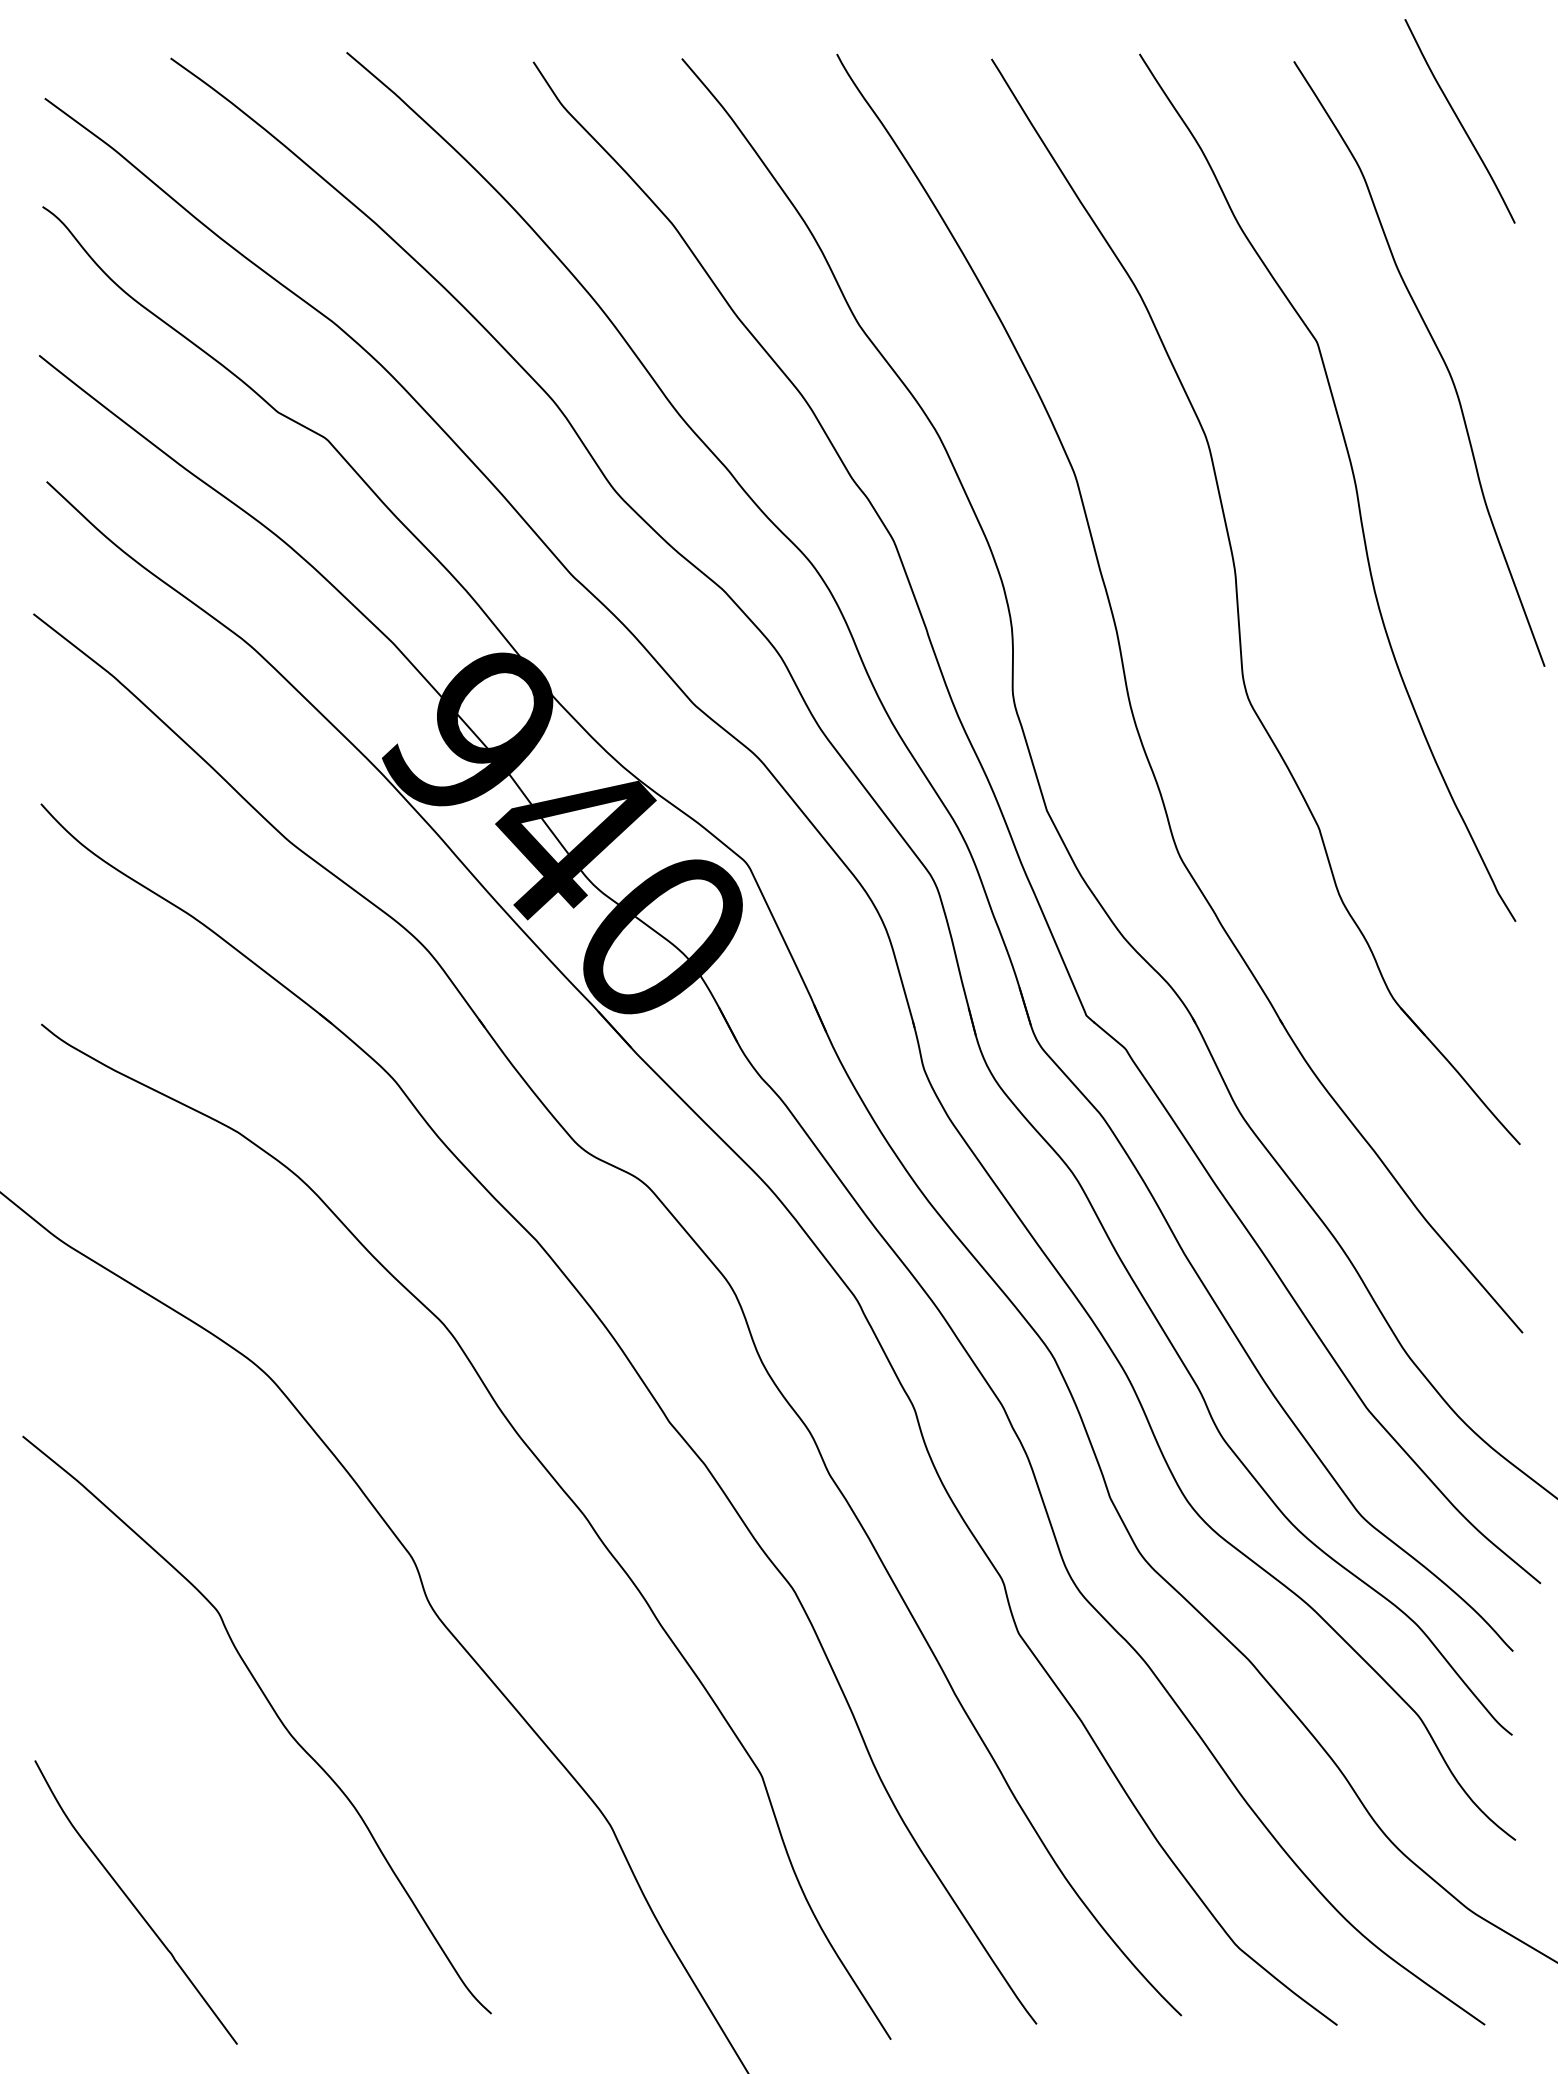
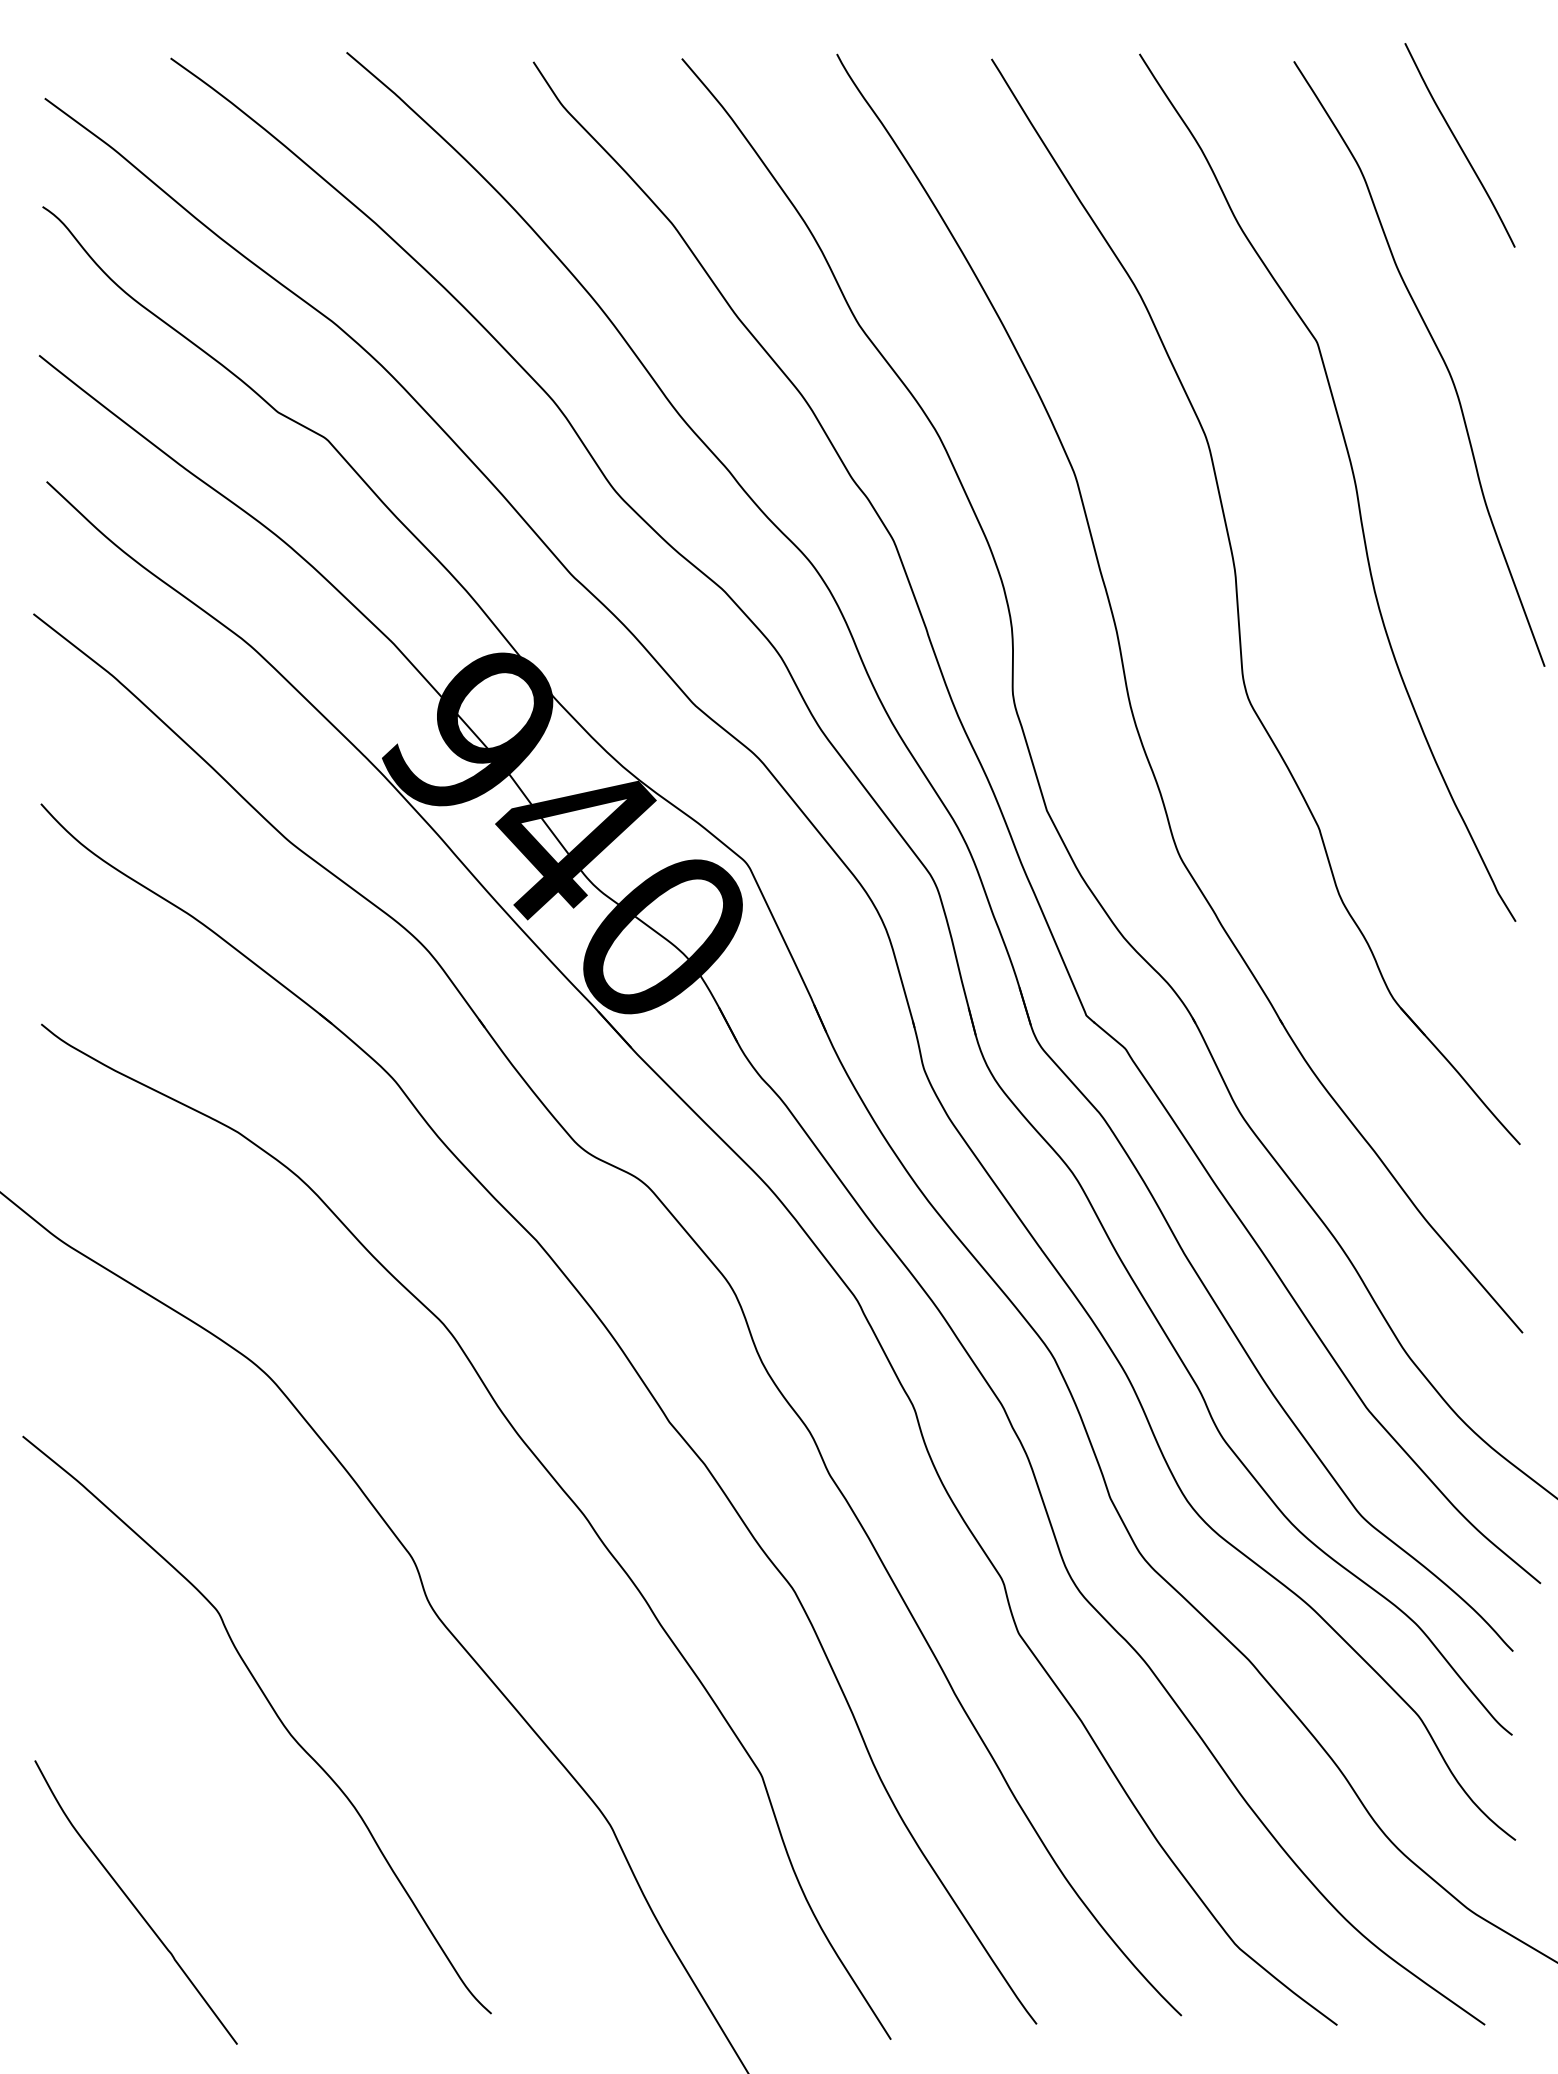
curve at (1459, 121) position: (1459, 121) -> (1459, 145)
